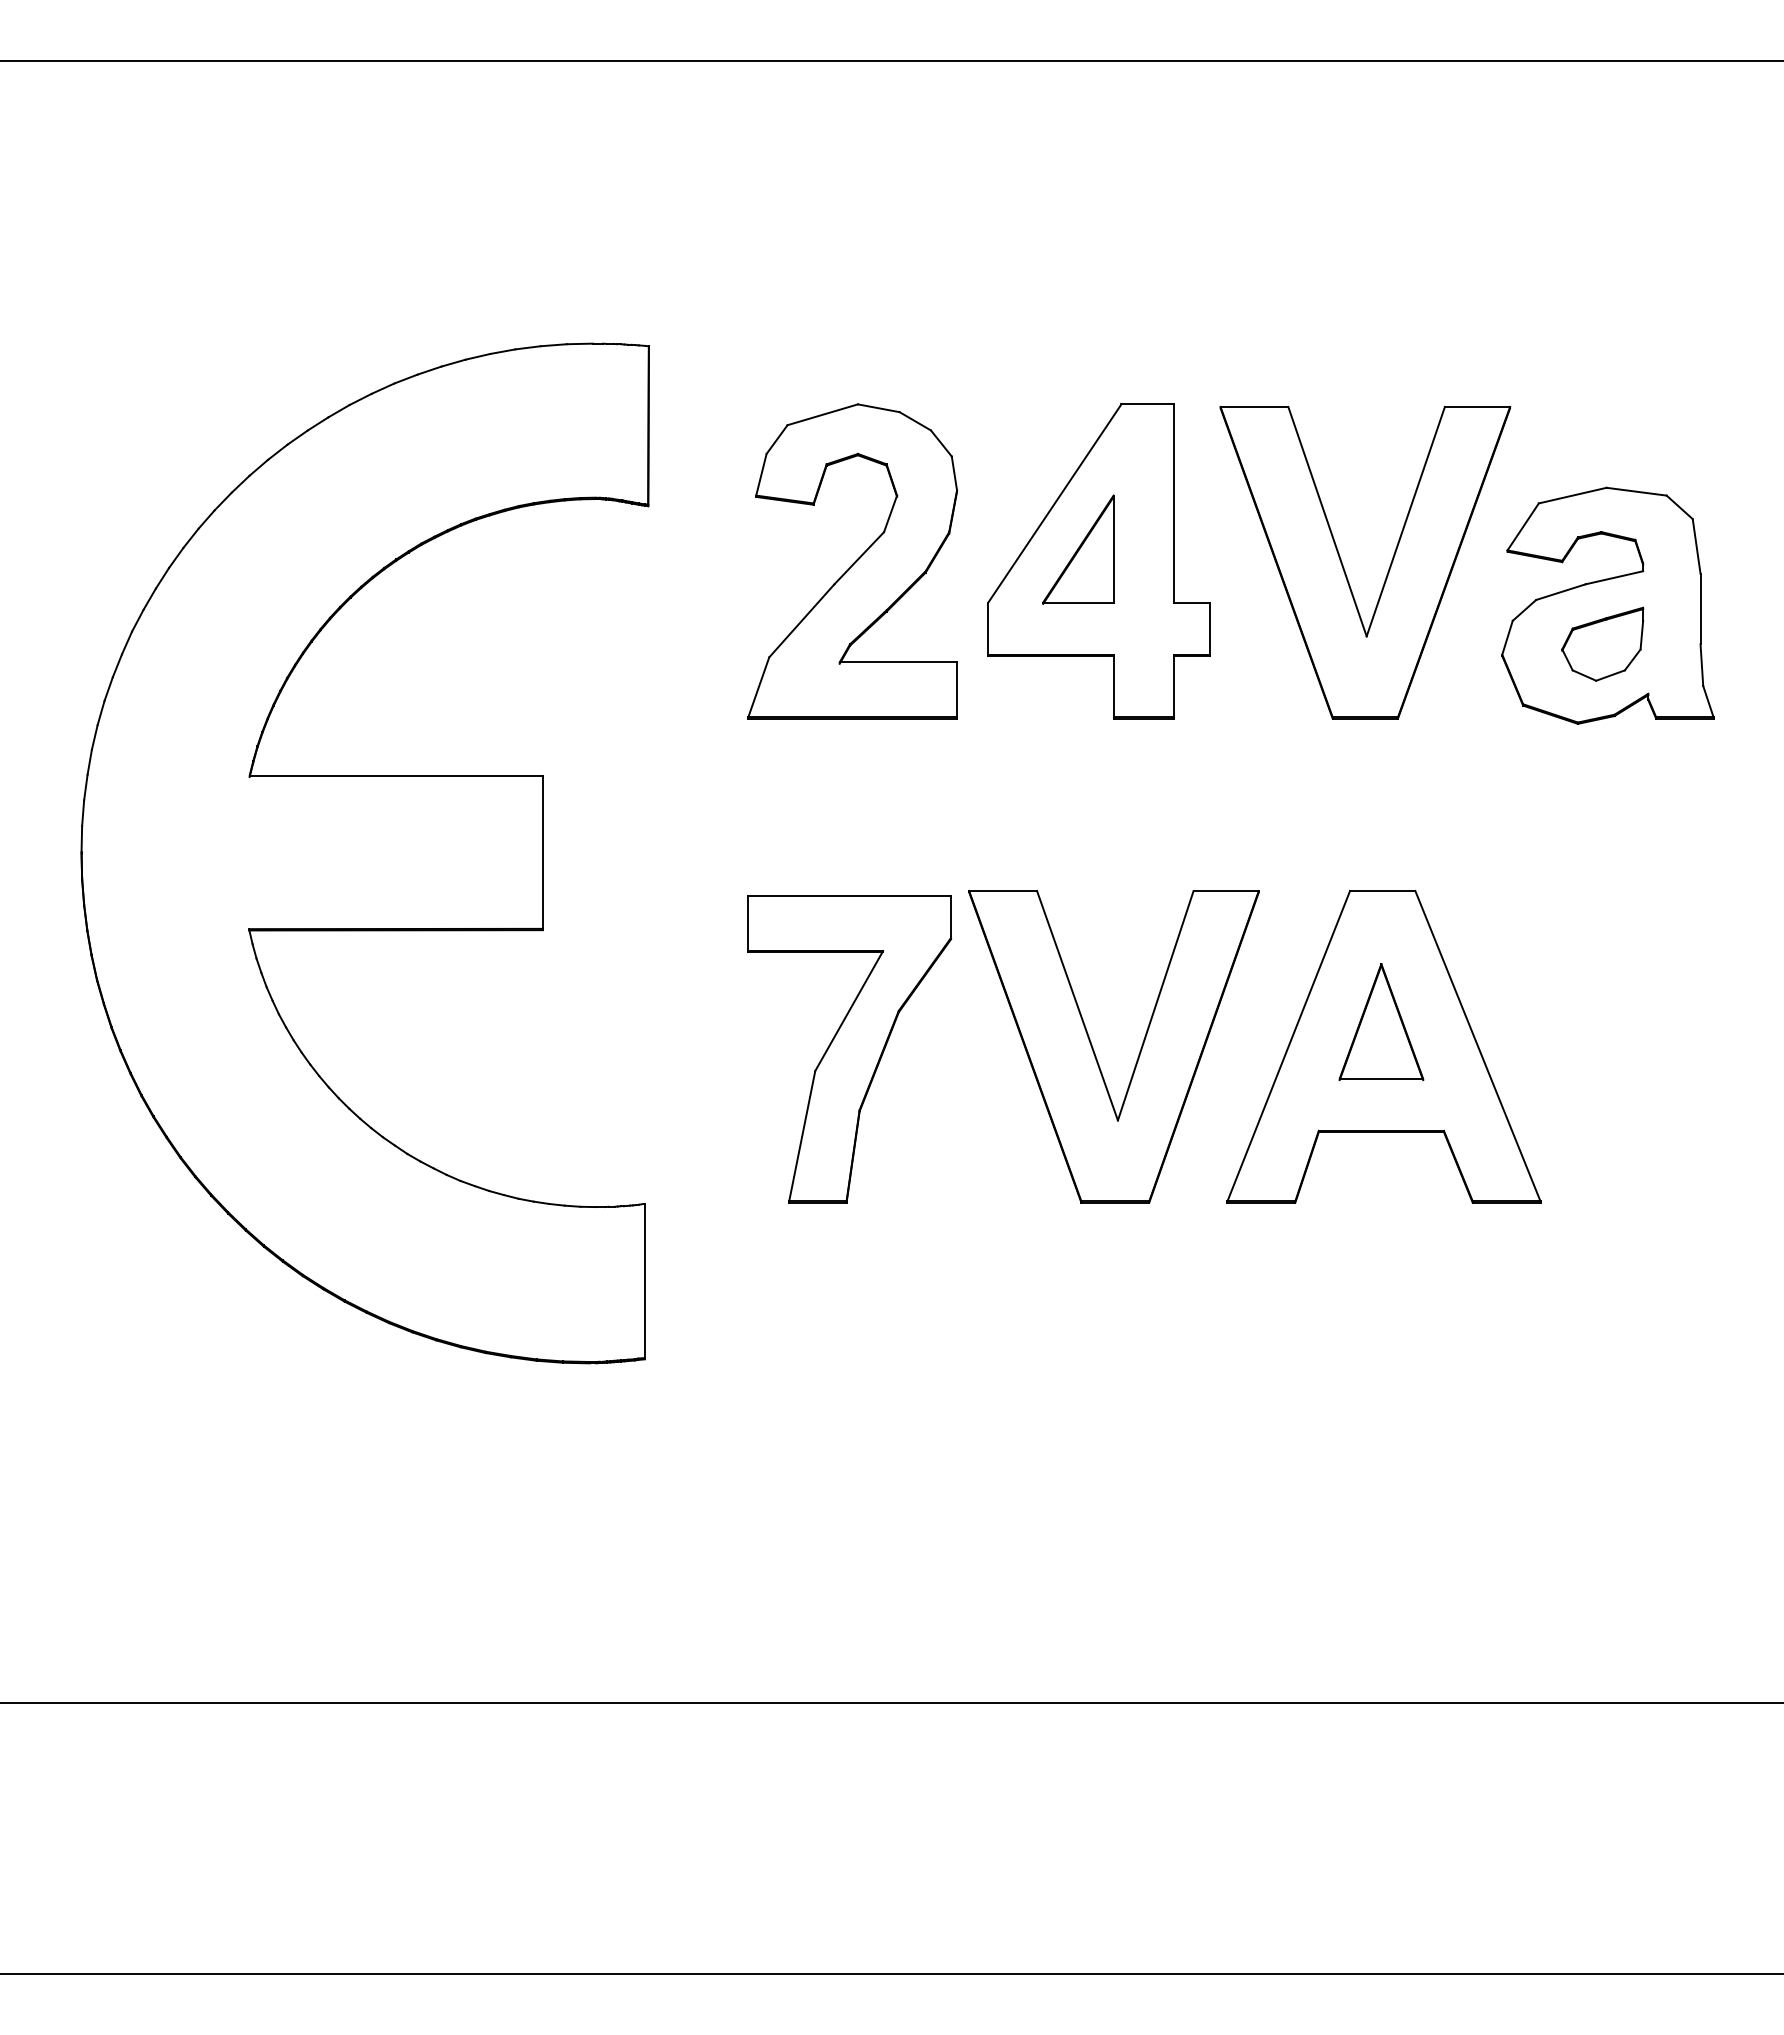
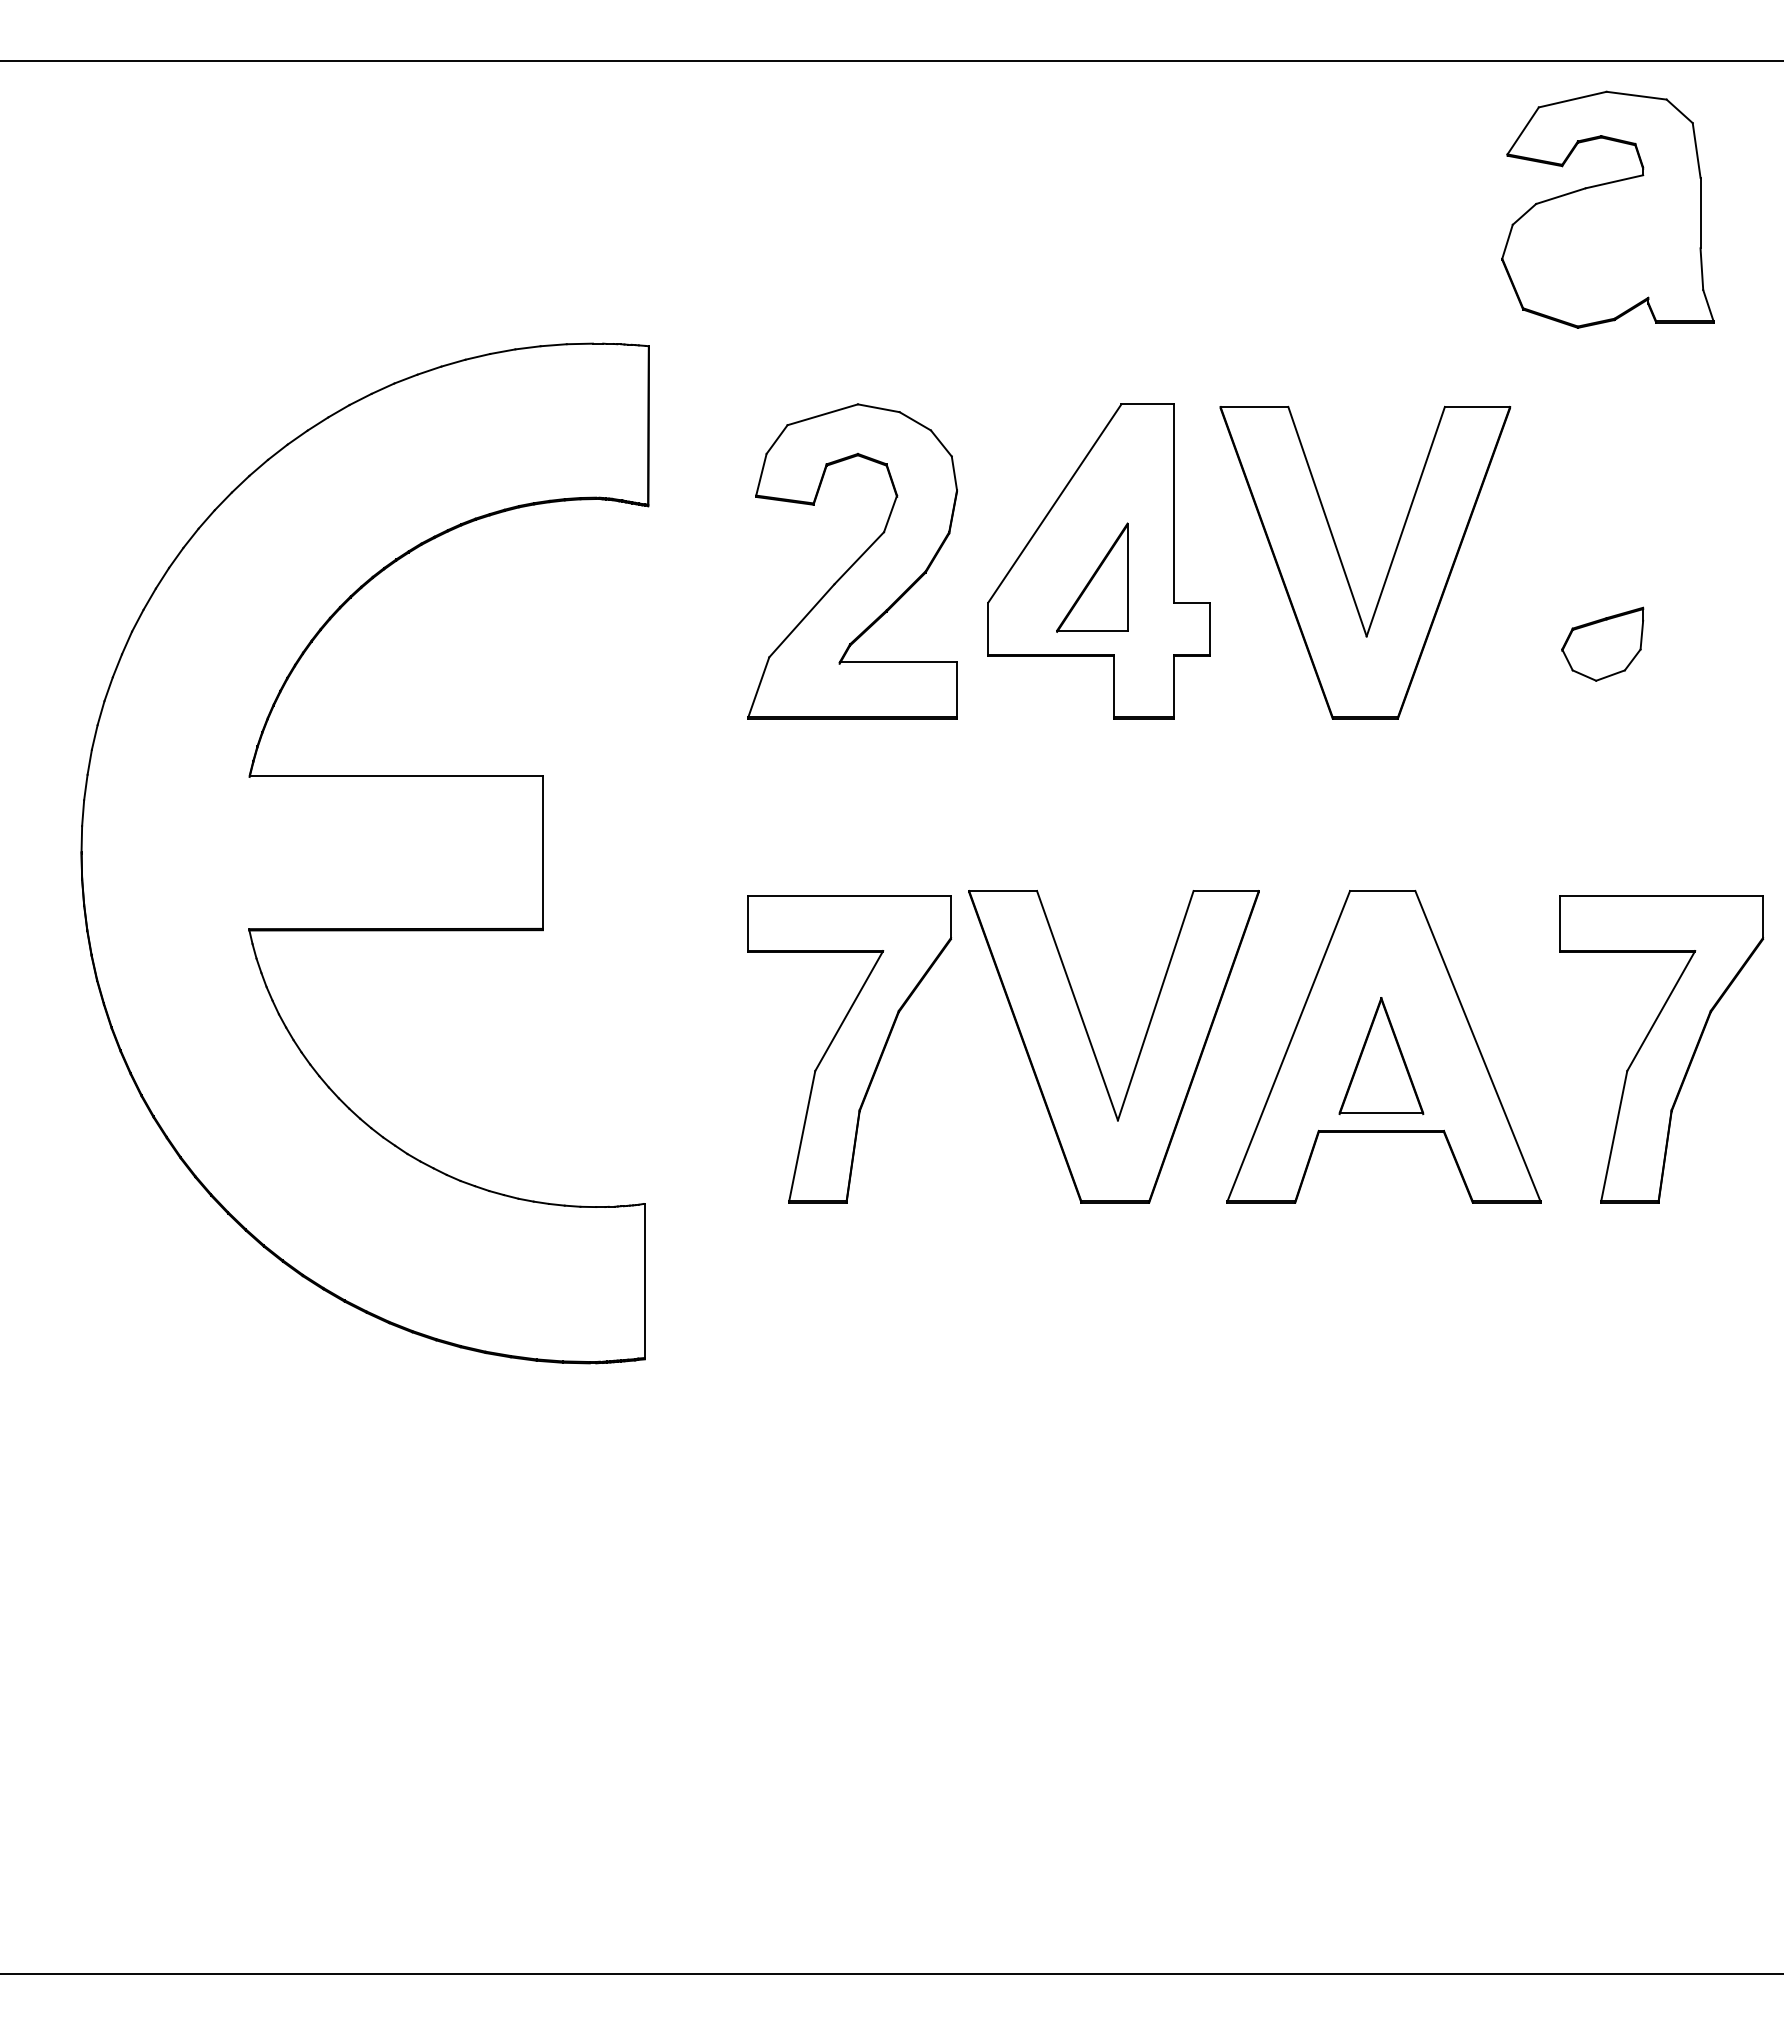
part at (1078, 549) position: (1078, 549) -> (1092, 577)
part at (1607, 605) position: (1607, 605) -> (1607, 209)
part at (1381, 1022) position: (1381, 1022) -> (1381, 1056)
part at (1661, 1049): none -> present
line at (891, 1703): present -> none
